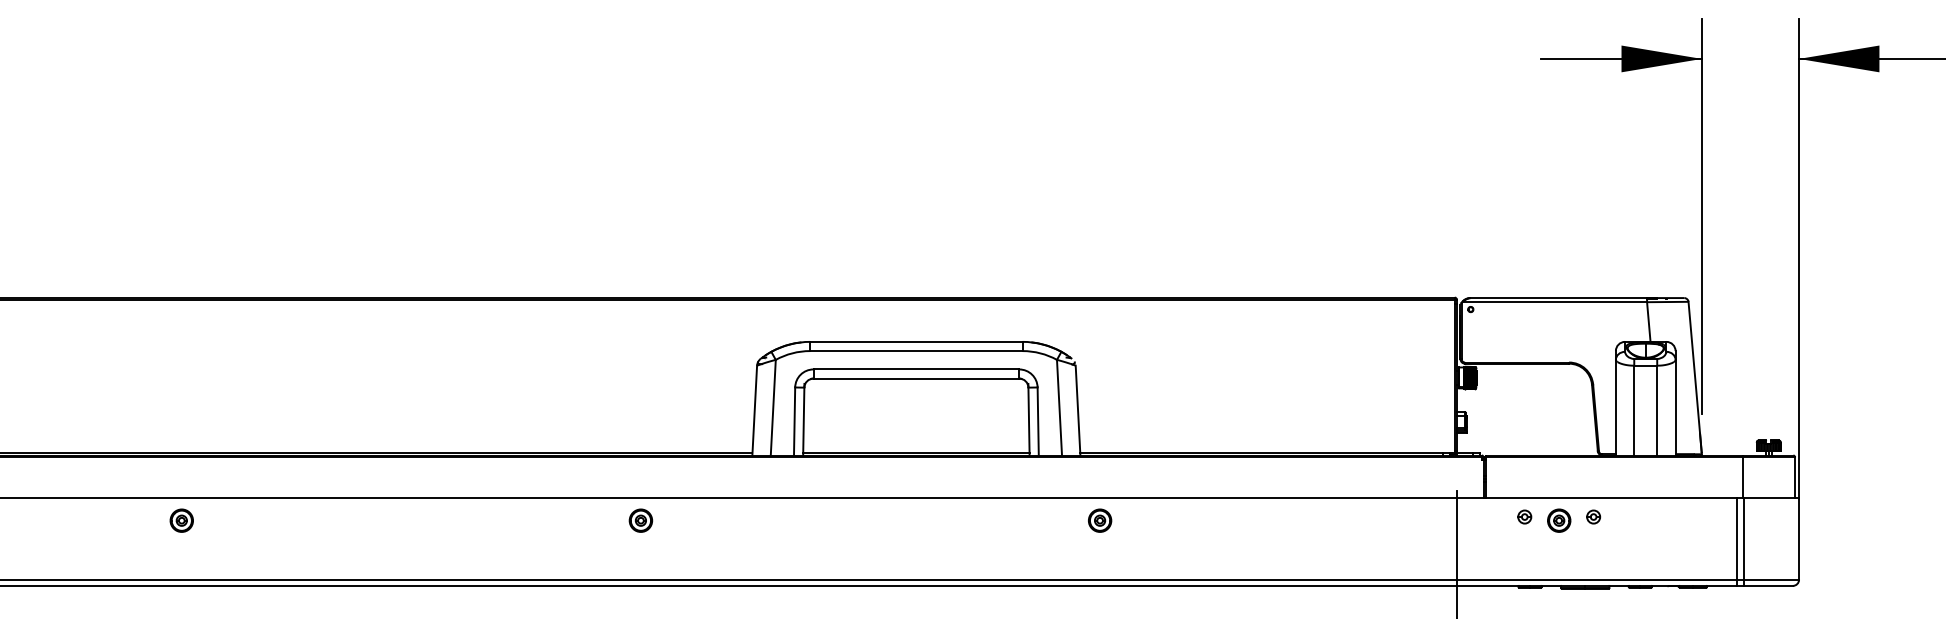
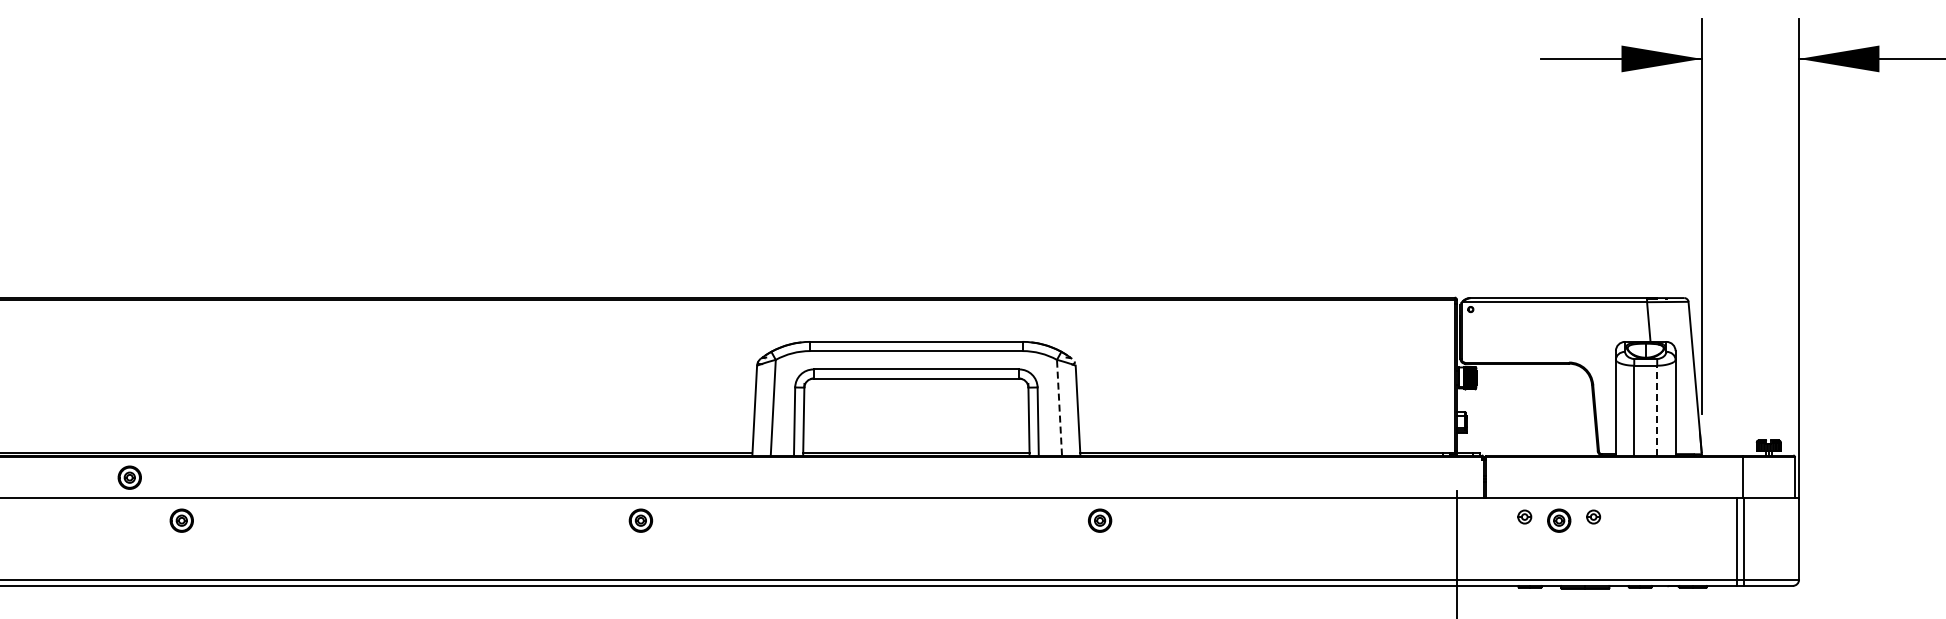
line at (1059, 407): solid -> dashed
line at (1657, 410): solid -> dashed
part at (129, 477): none -> present
